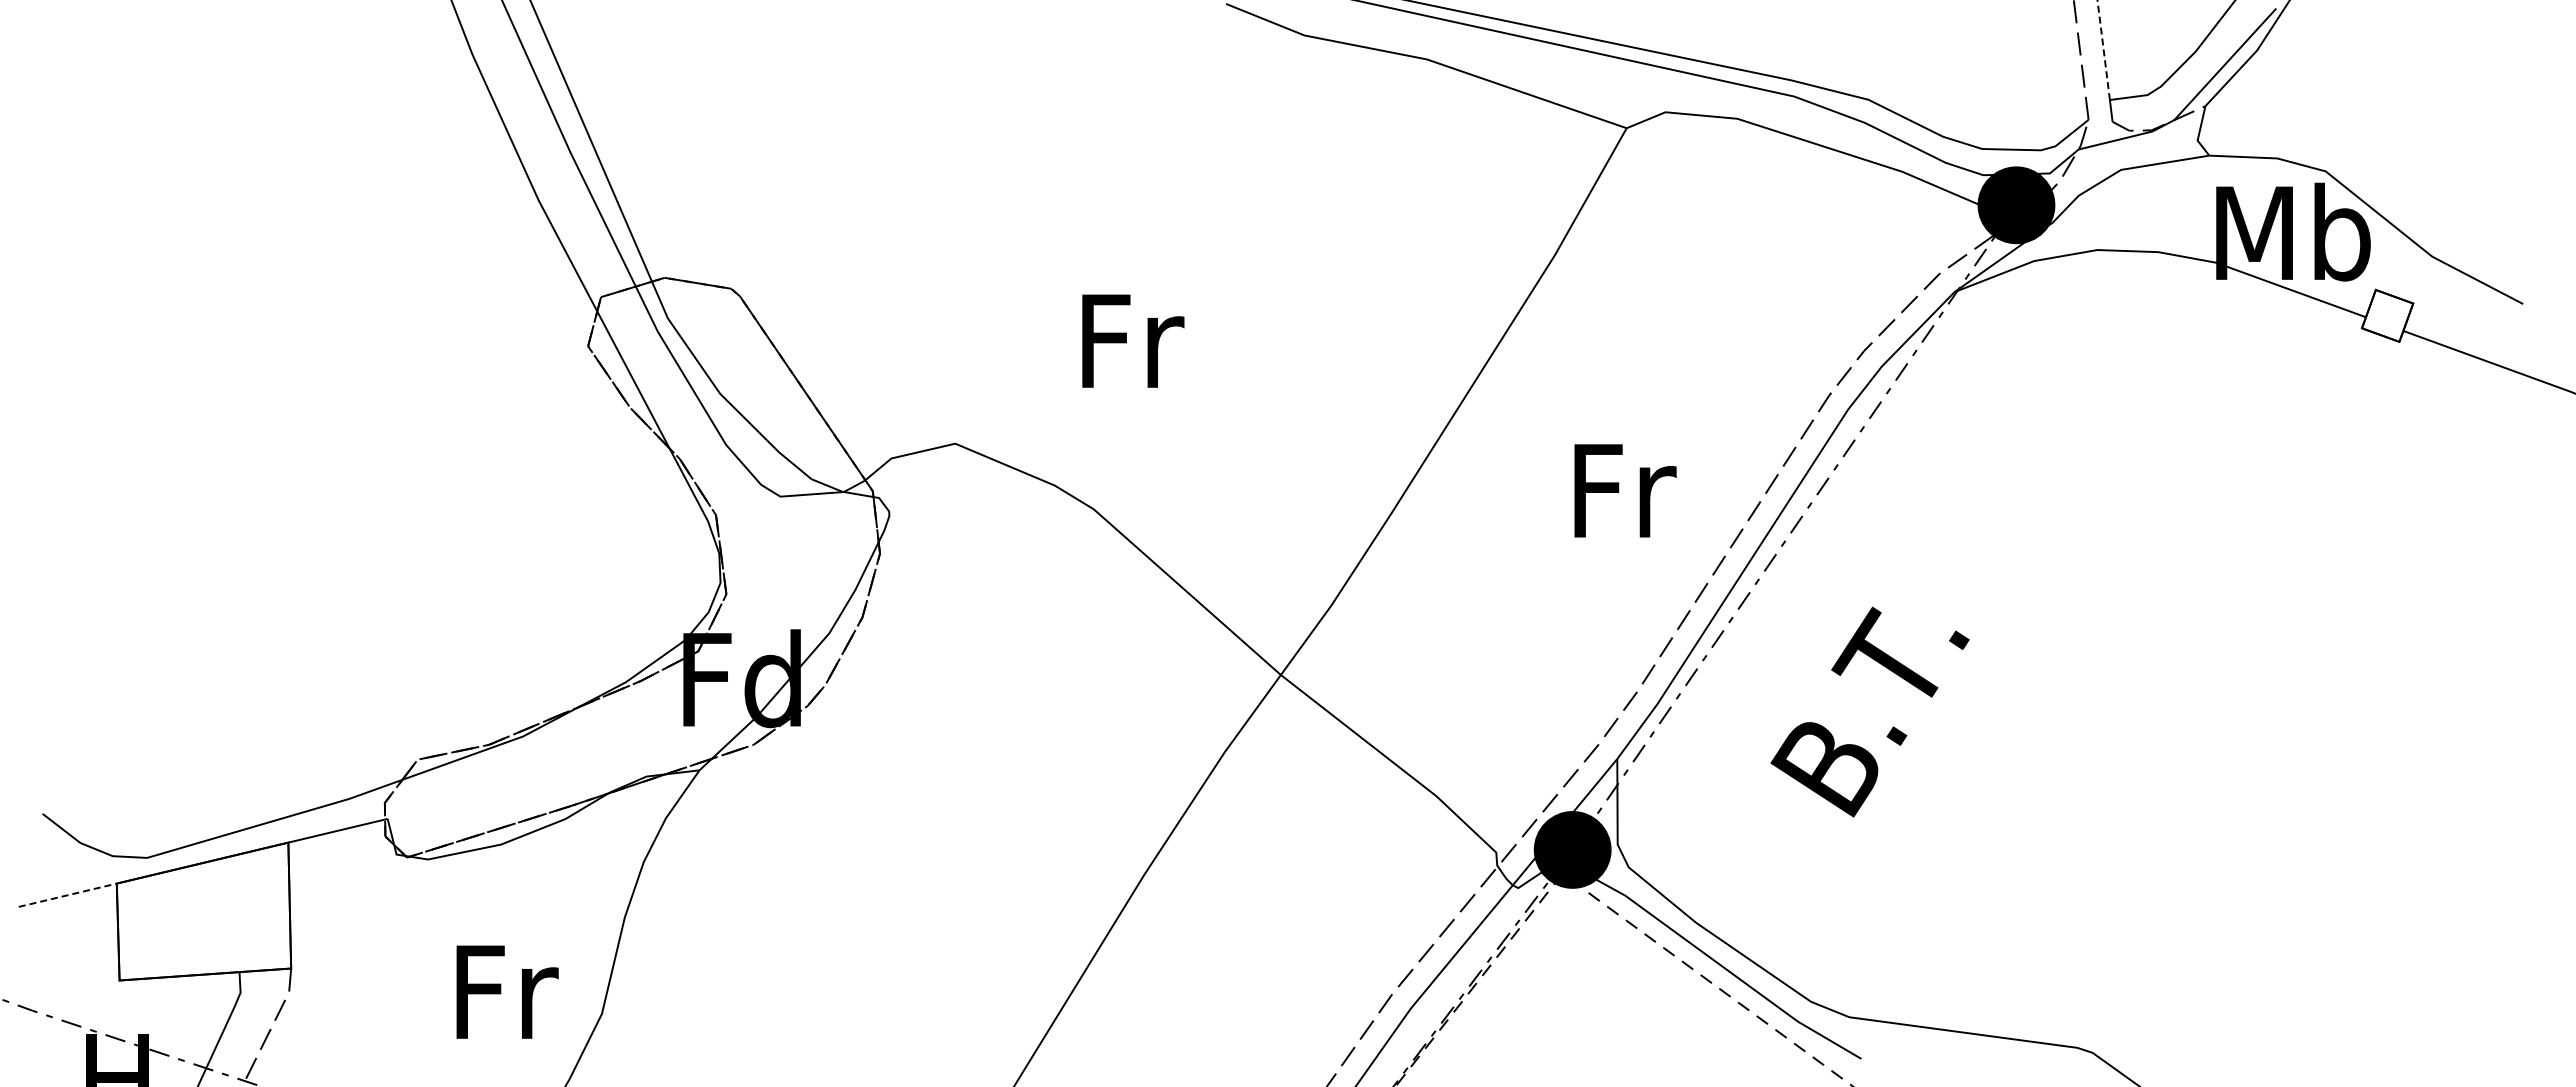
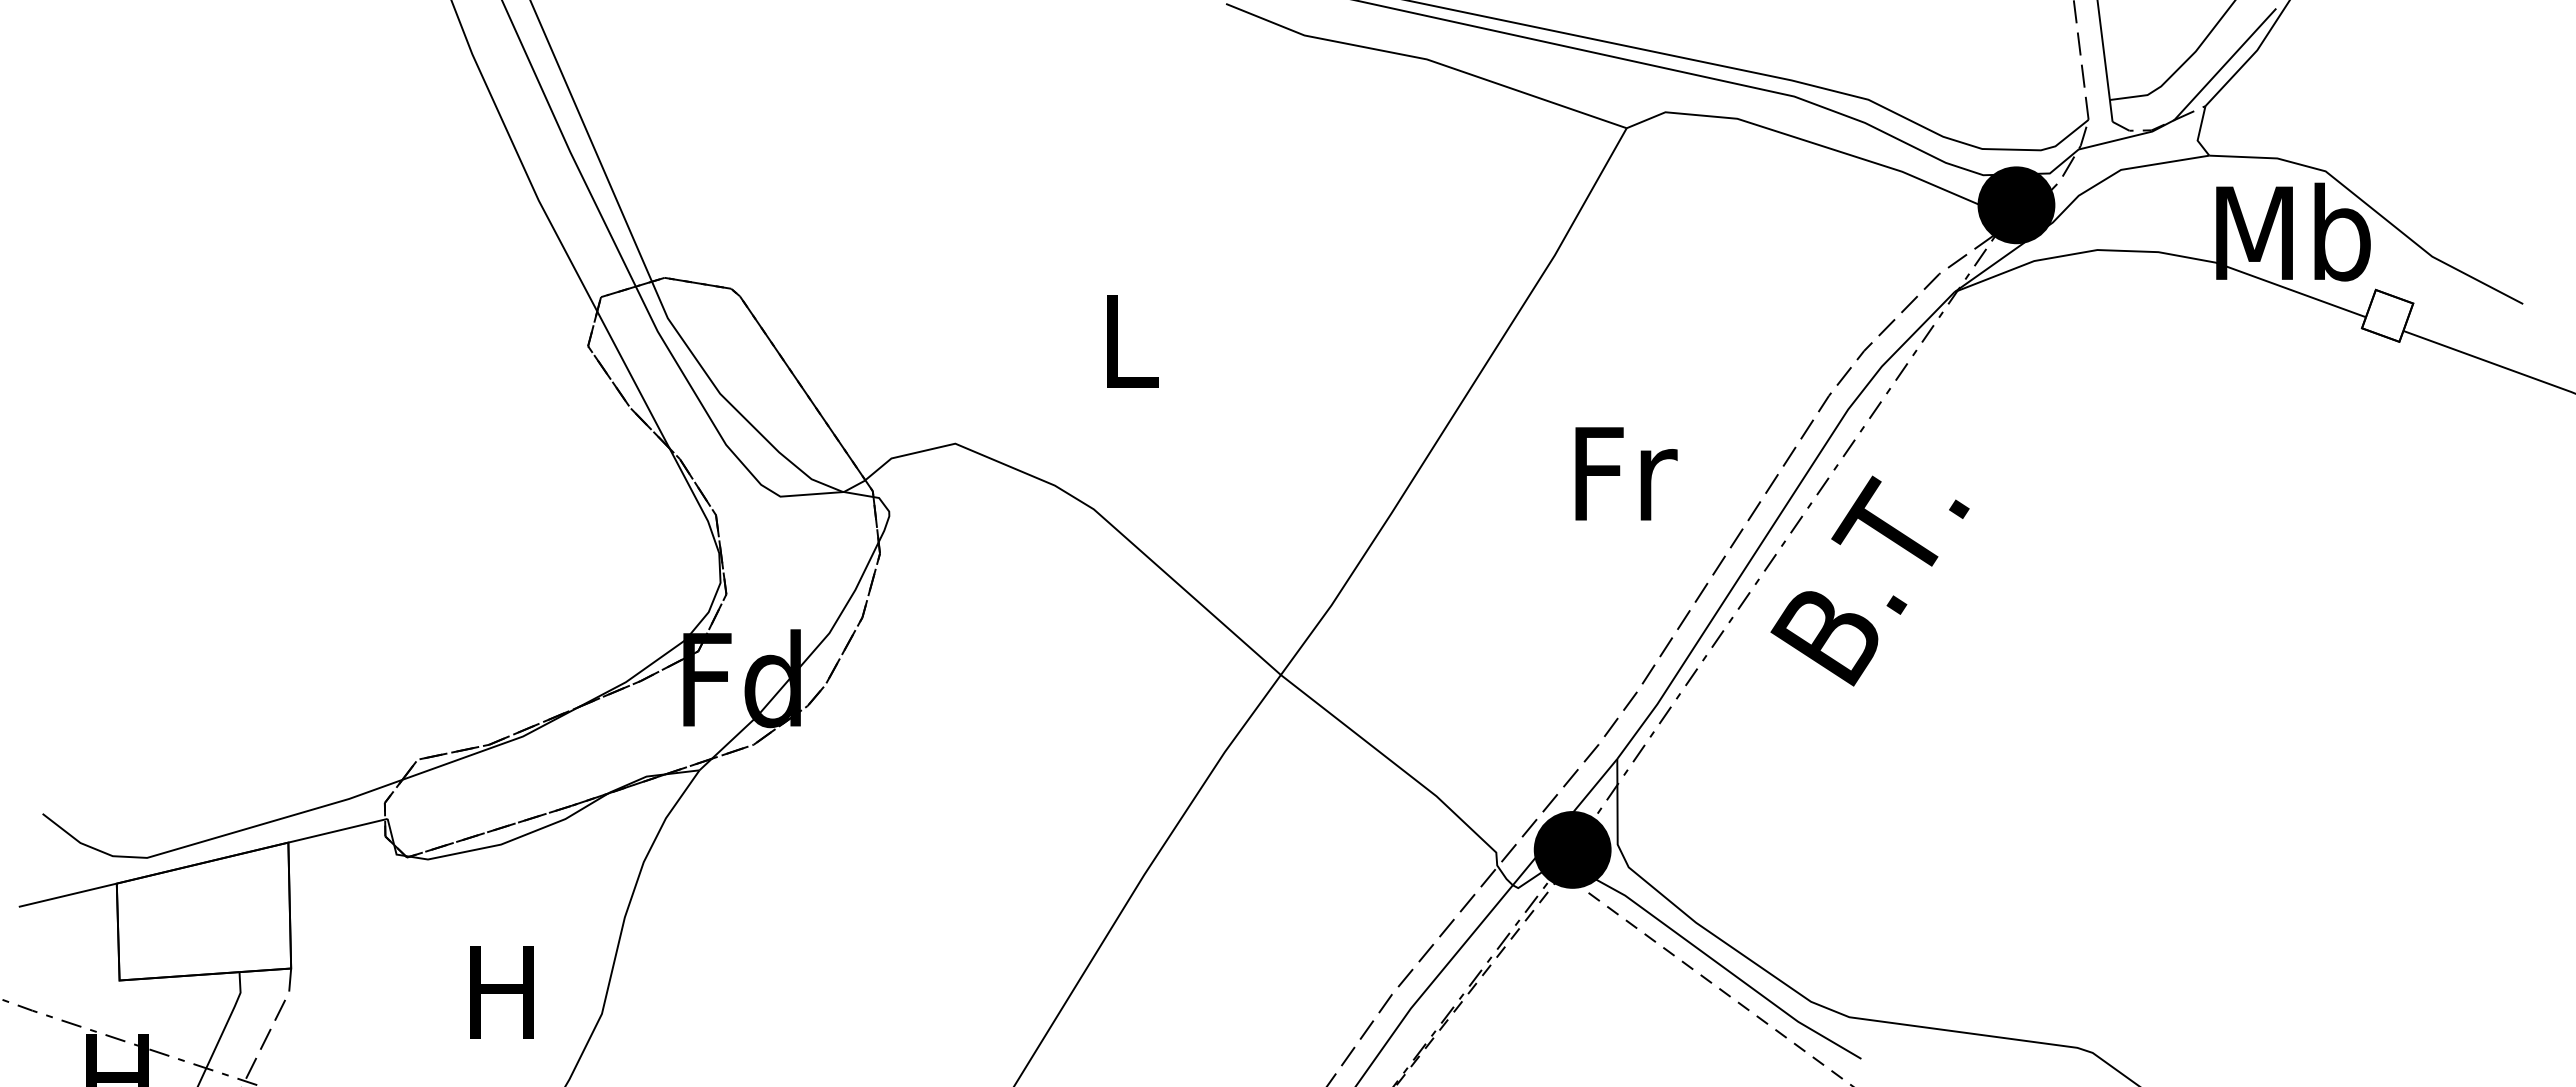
line at (2103, 50): dashed -> solid
text at (1133, 340): Fr -> L
text at (1625, 490) position: (1625, 490) -> (1626, 473)
text at (1869, 711) position: (1869, 711) -> (1869, 580)
line at (68, 895): dashed -> solid
text at (507, 991): Fr -> H
